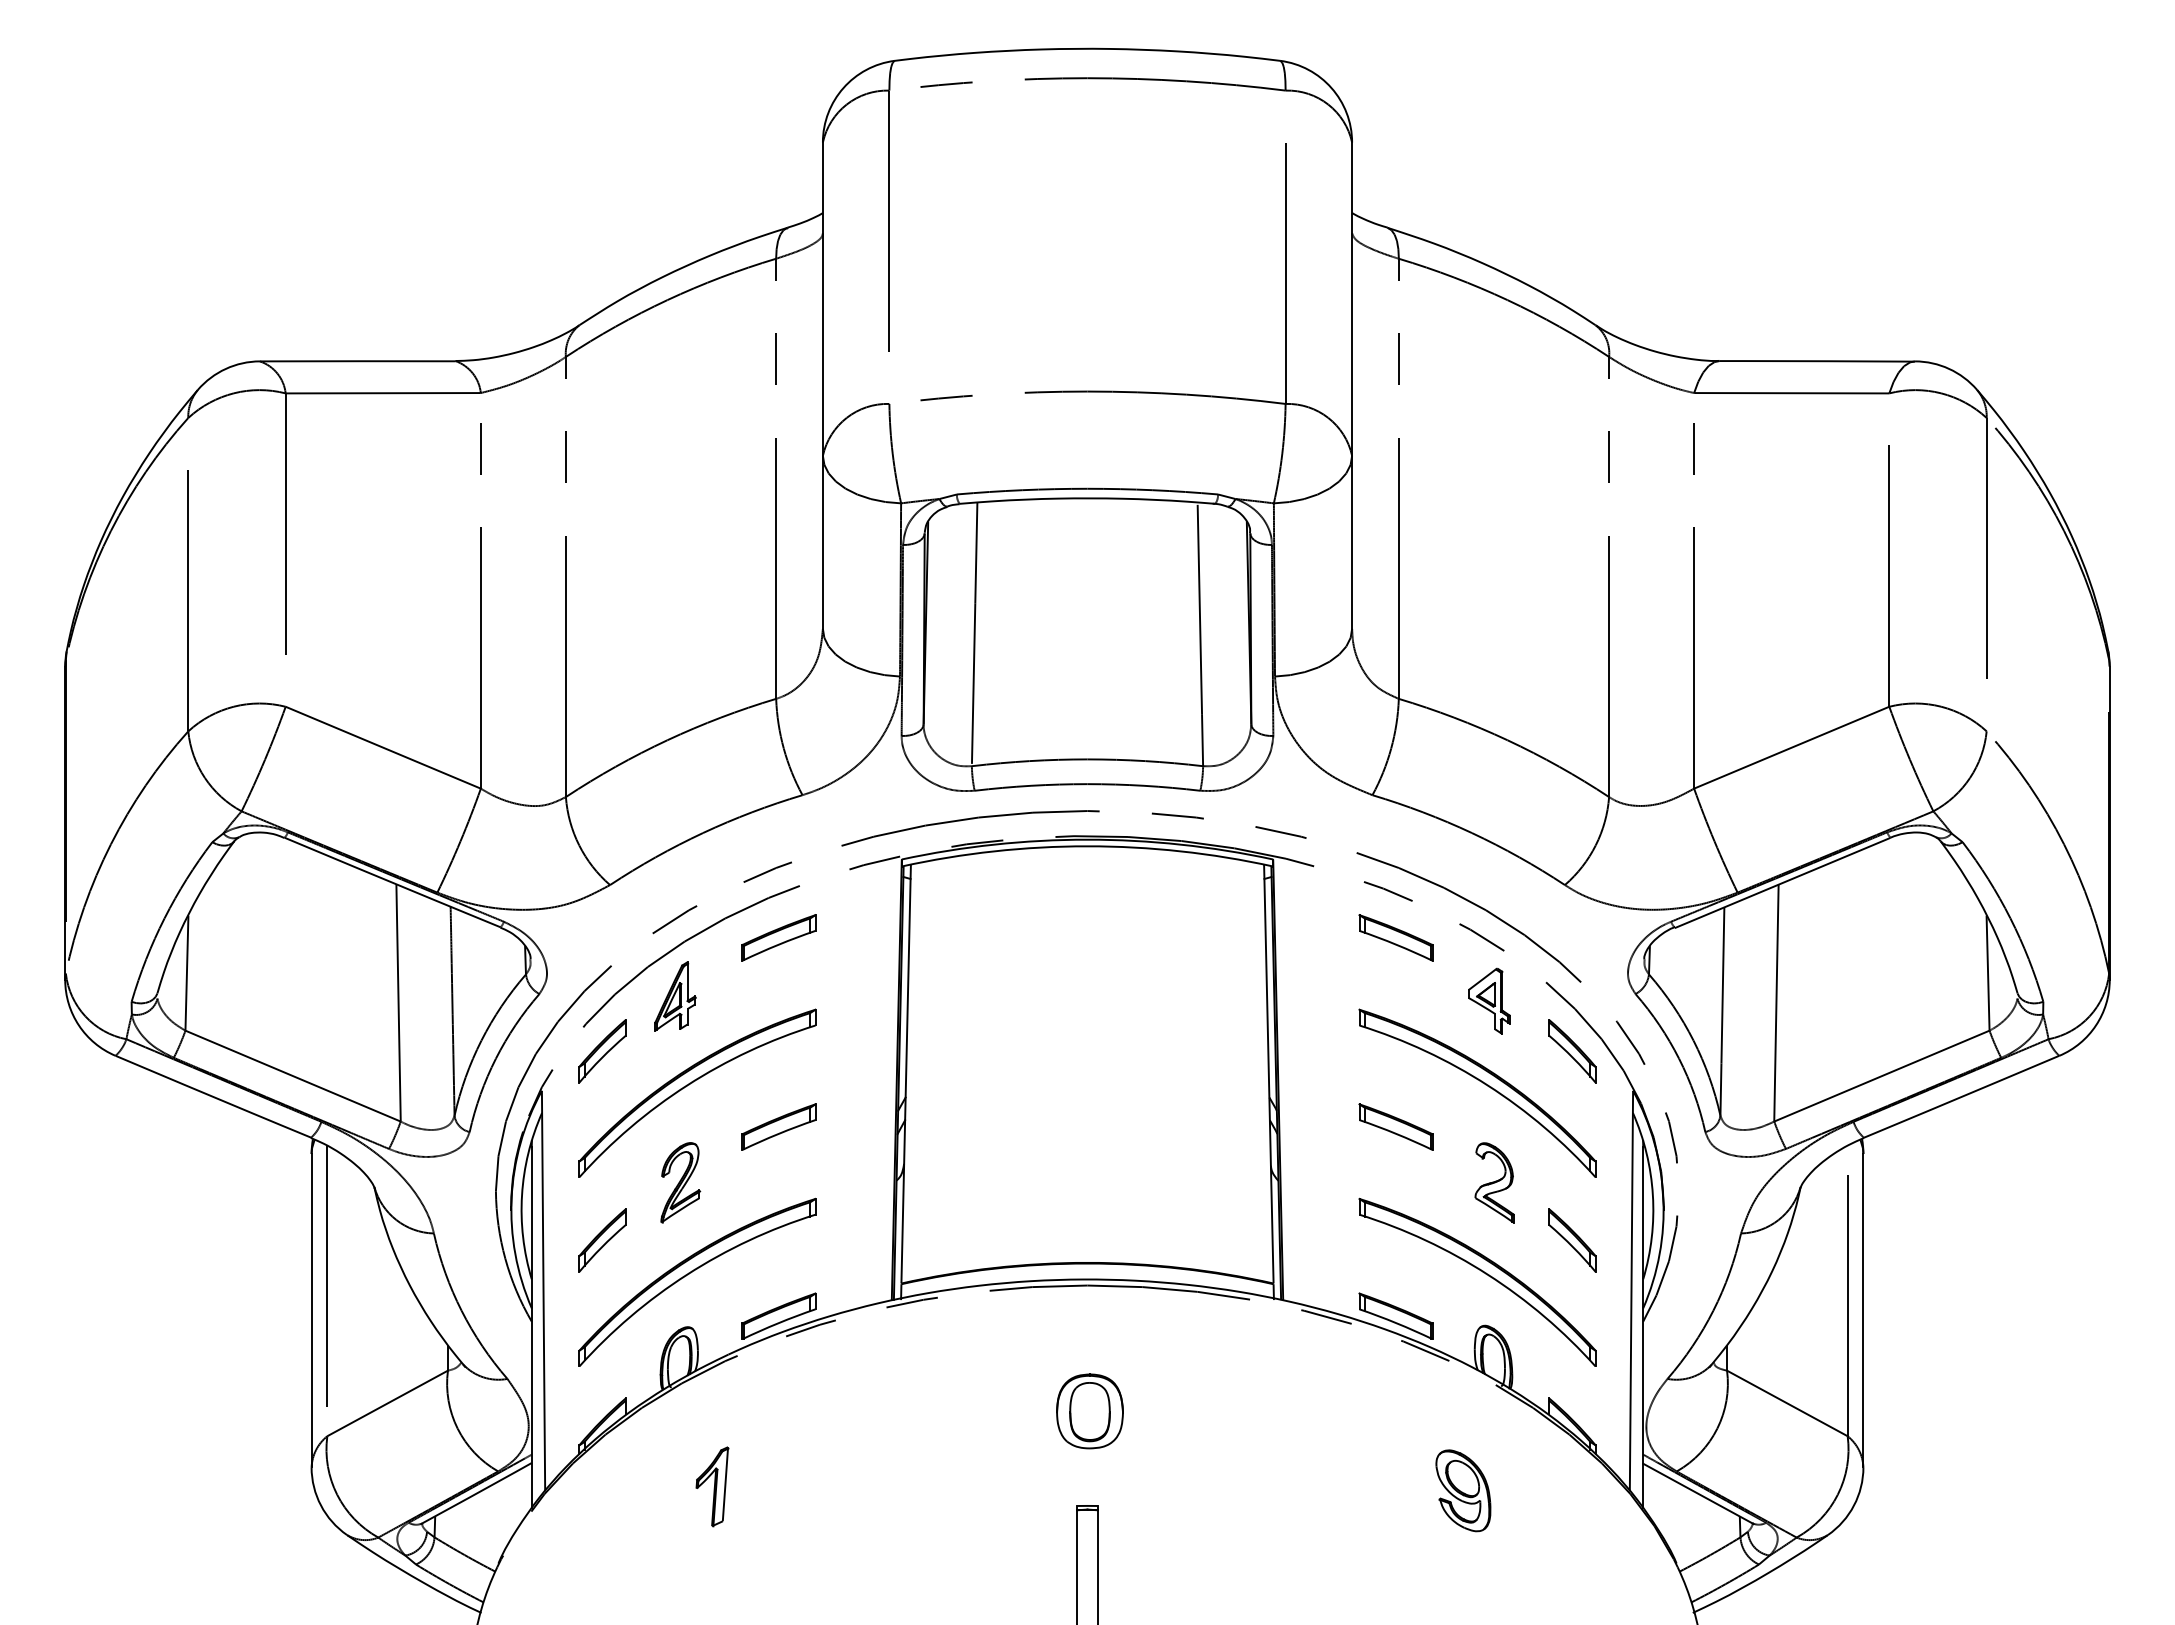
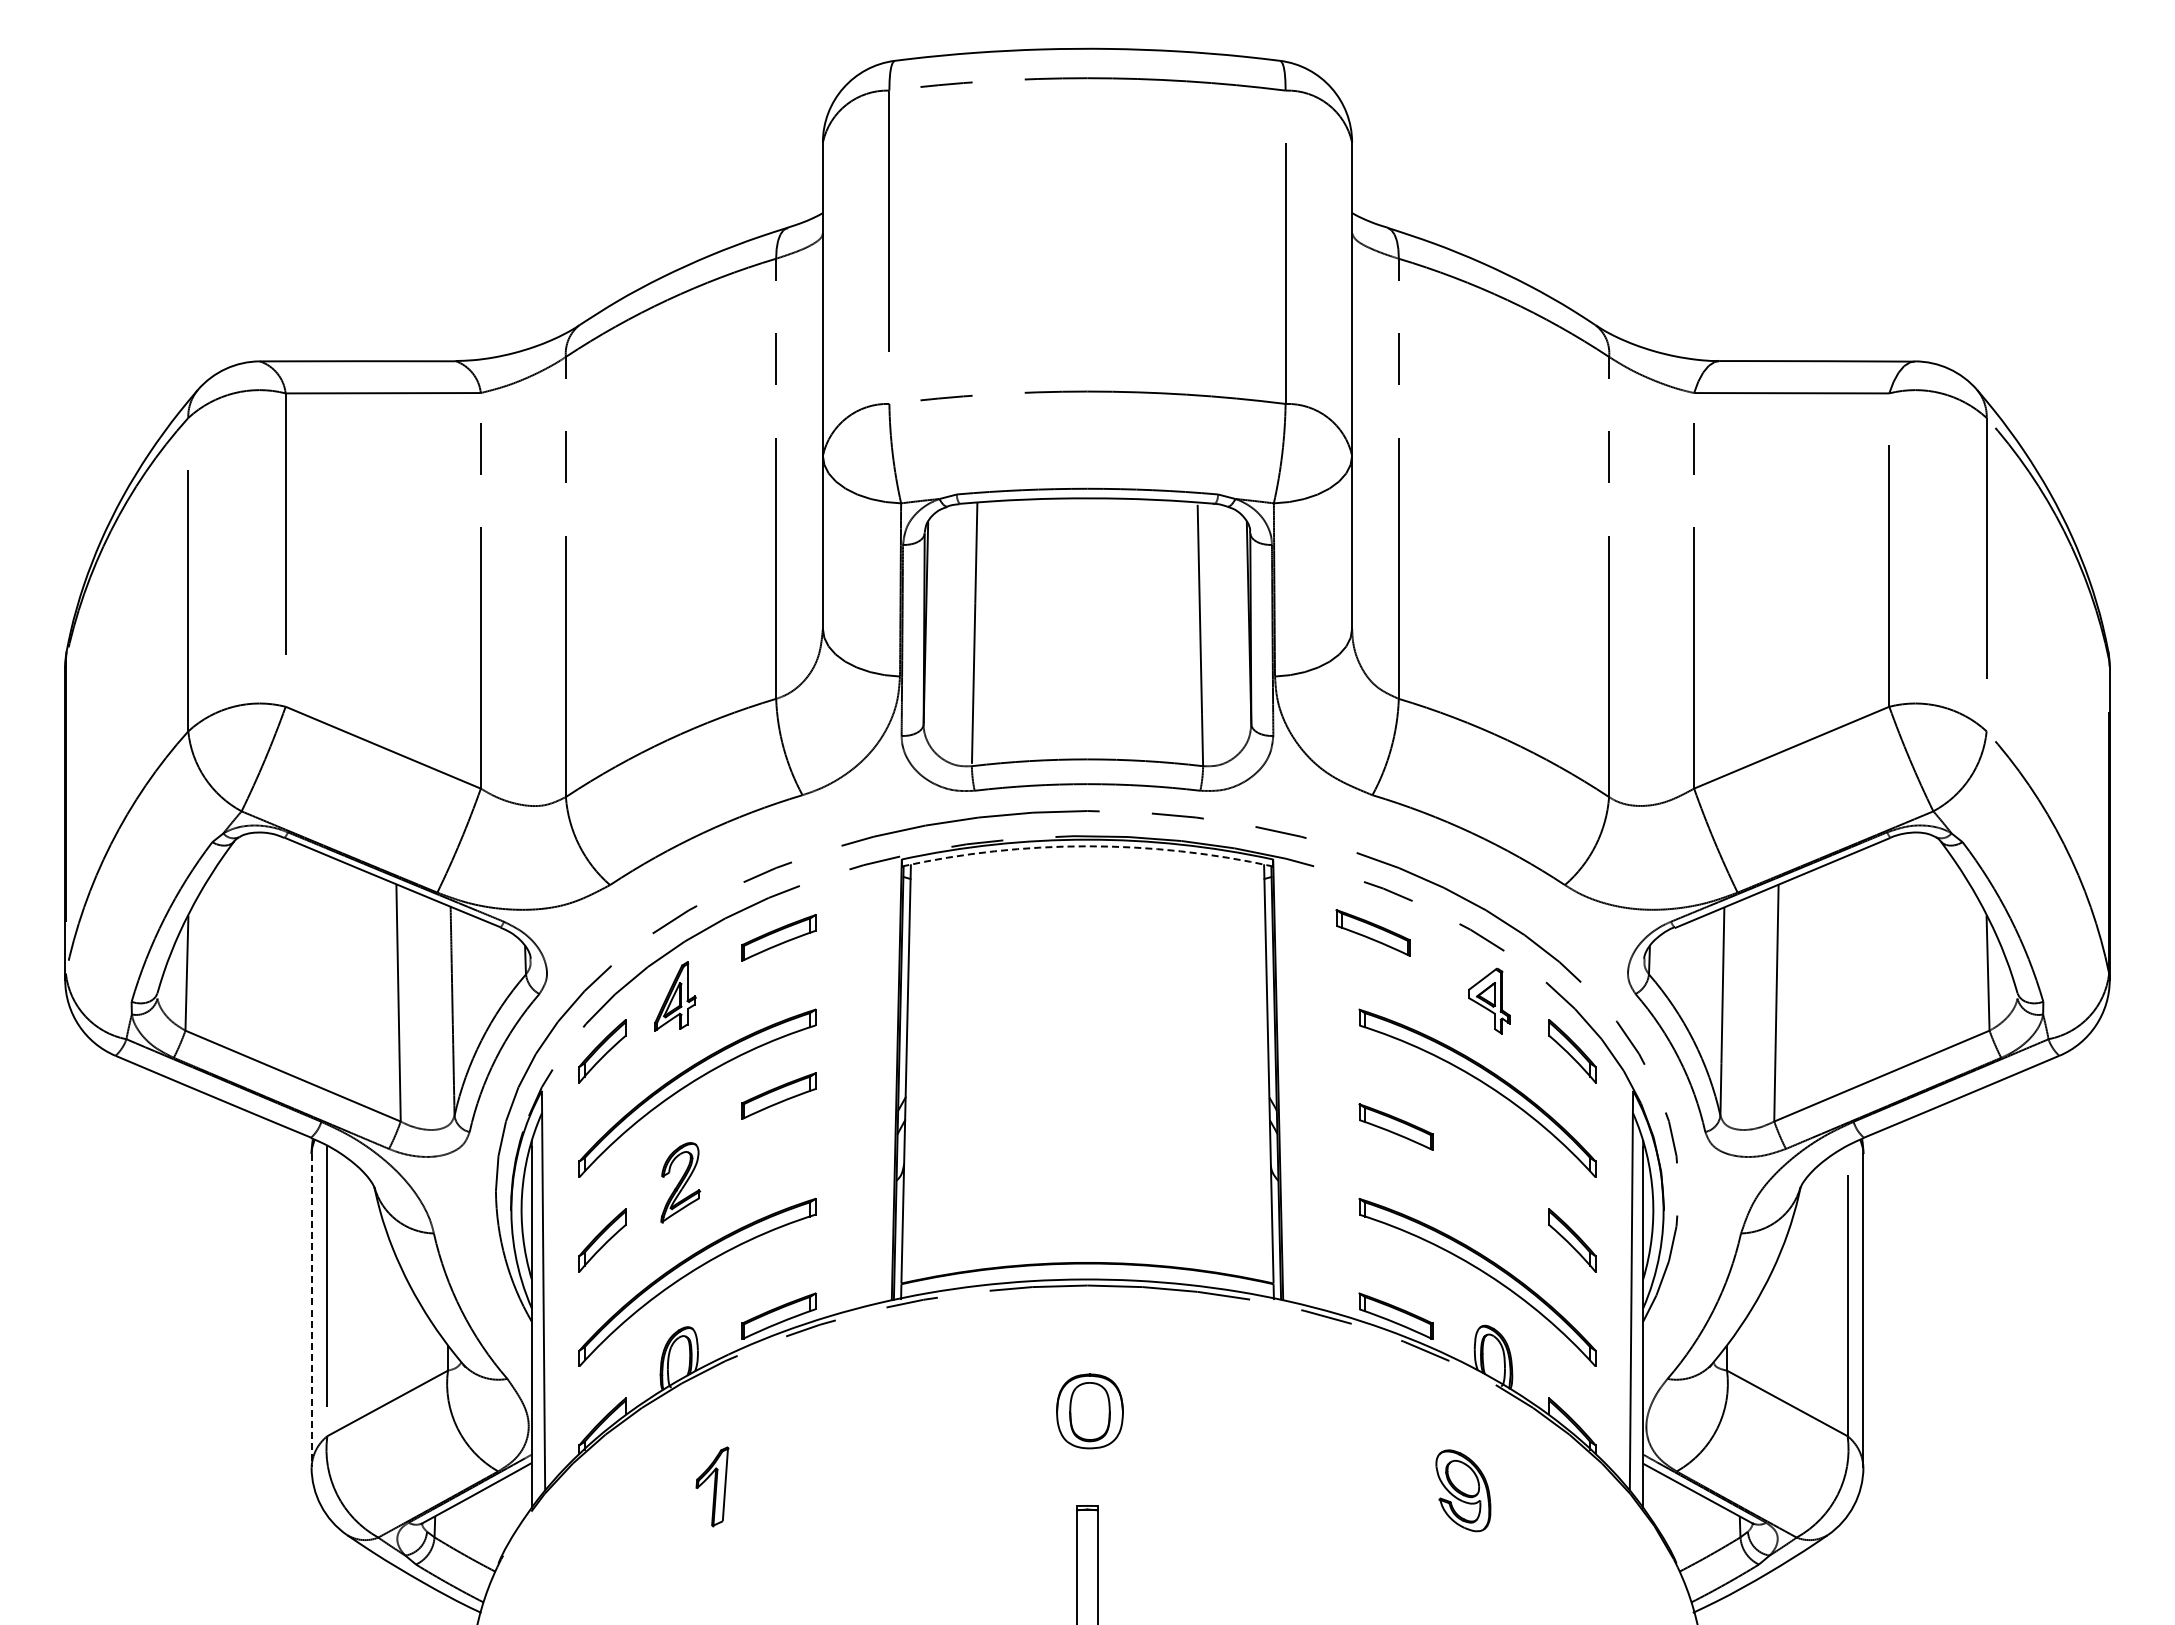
arc at (1087, 846): solid -> dashed
part at (1395, 937) position: (1395, 937) -> (1372, 932)
part at (778, 1126) position: (778, 1126) -> (778, 1095)
part at (1494, 1182): present -> none
line at (311, 1310): solid -> dashed
